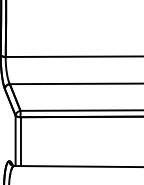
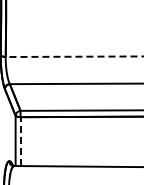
line at (74, 56): solid -> dashed
line at (20, 141): solid -> dashed
